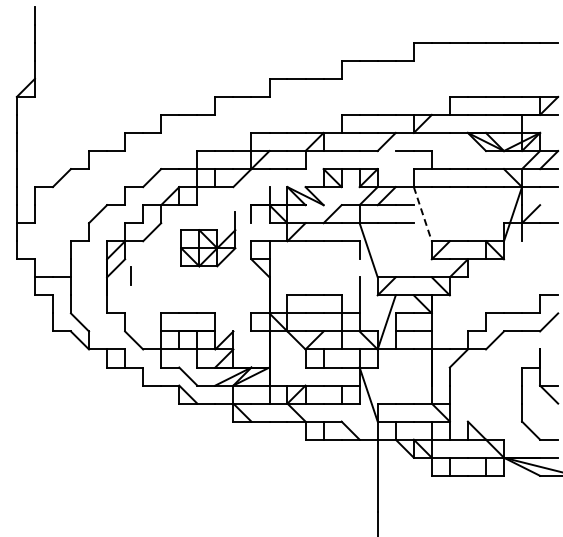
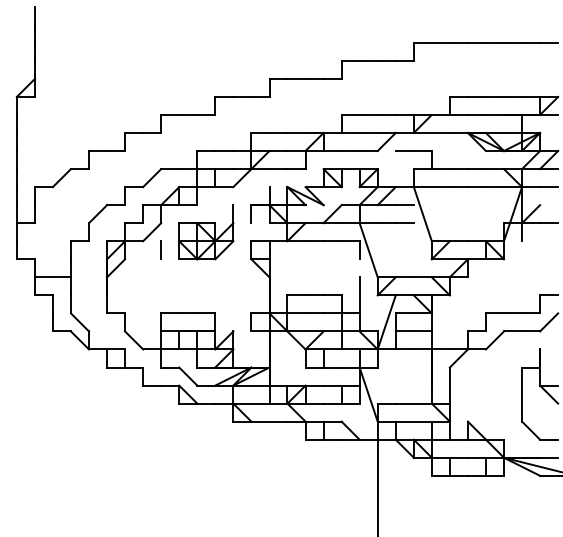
line at (422, 214): dashed -> solid
part at (208, 239) position: (208, 239) -> (206, 232)
line at (130, 275) position: (130, 275) -> (160, 249)
